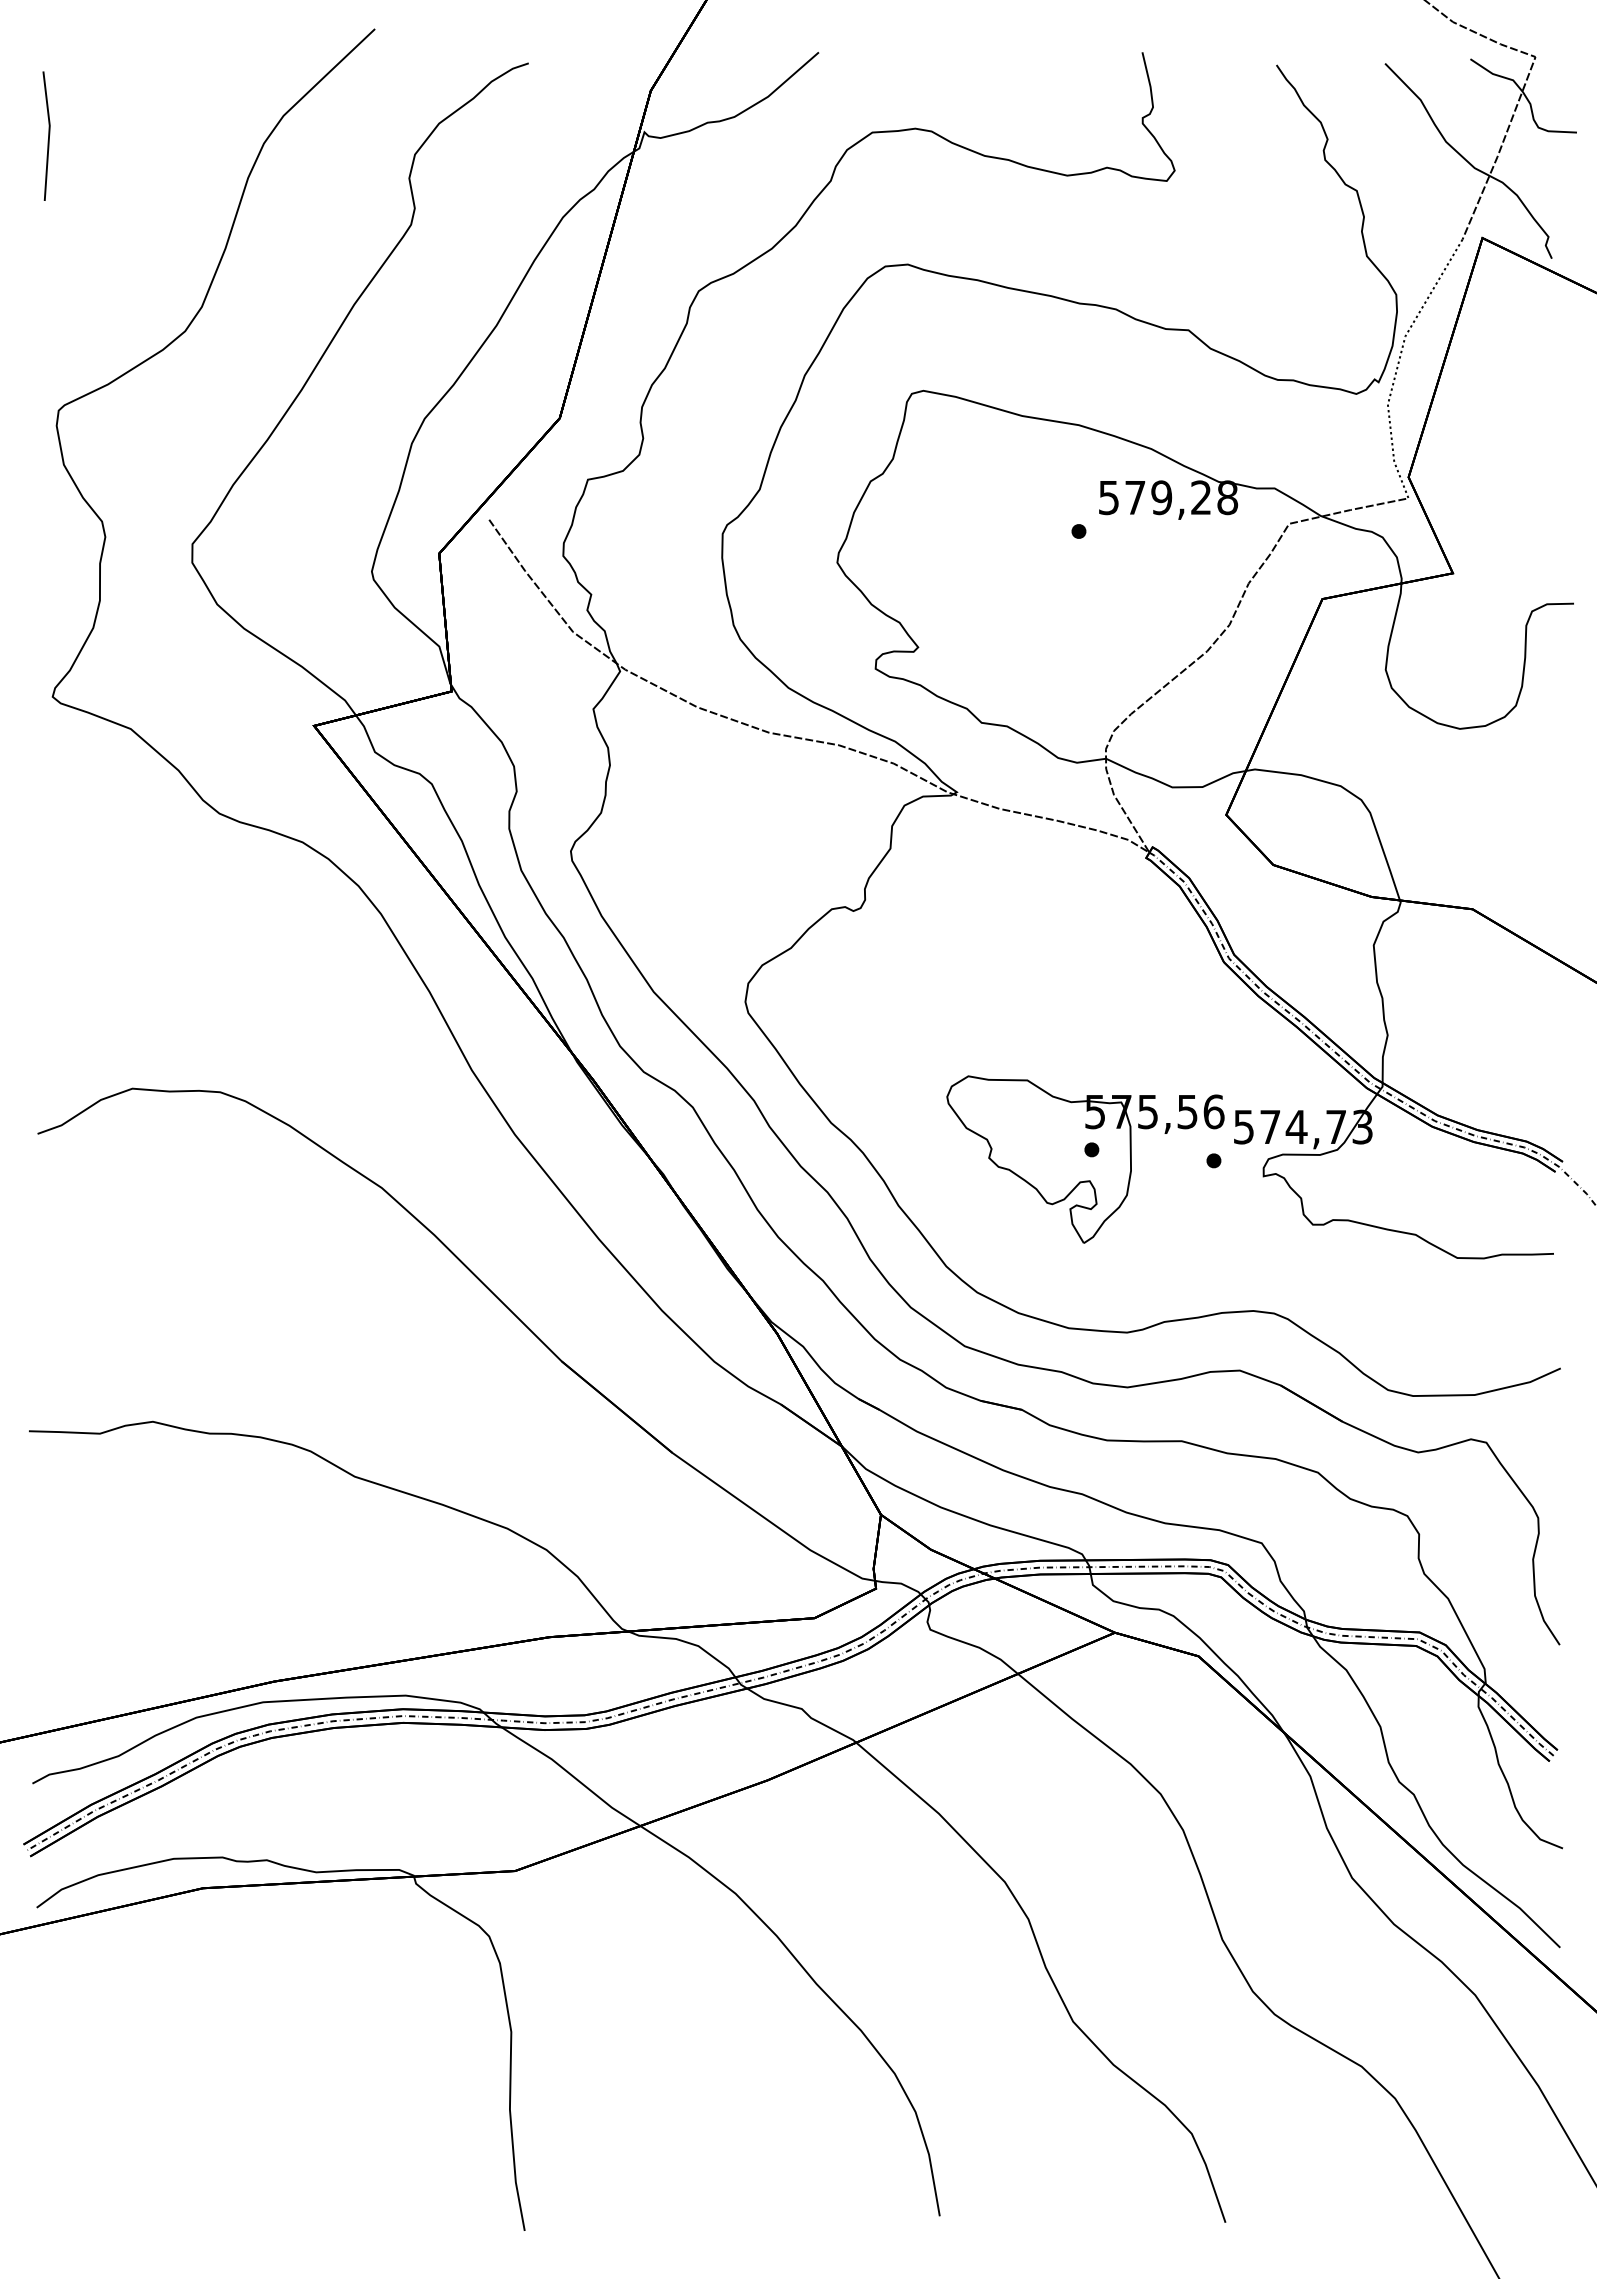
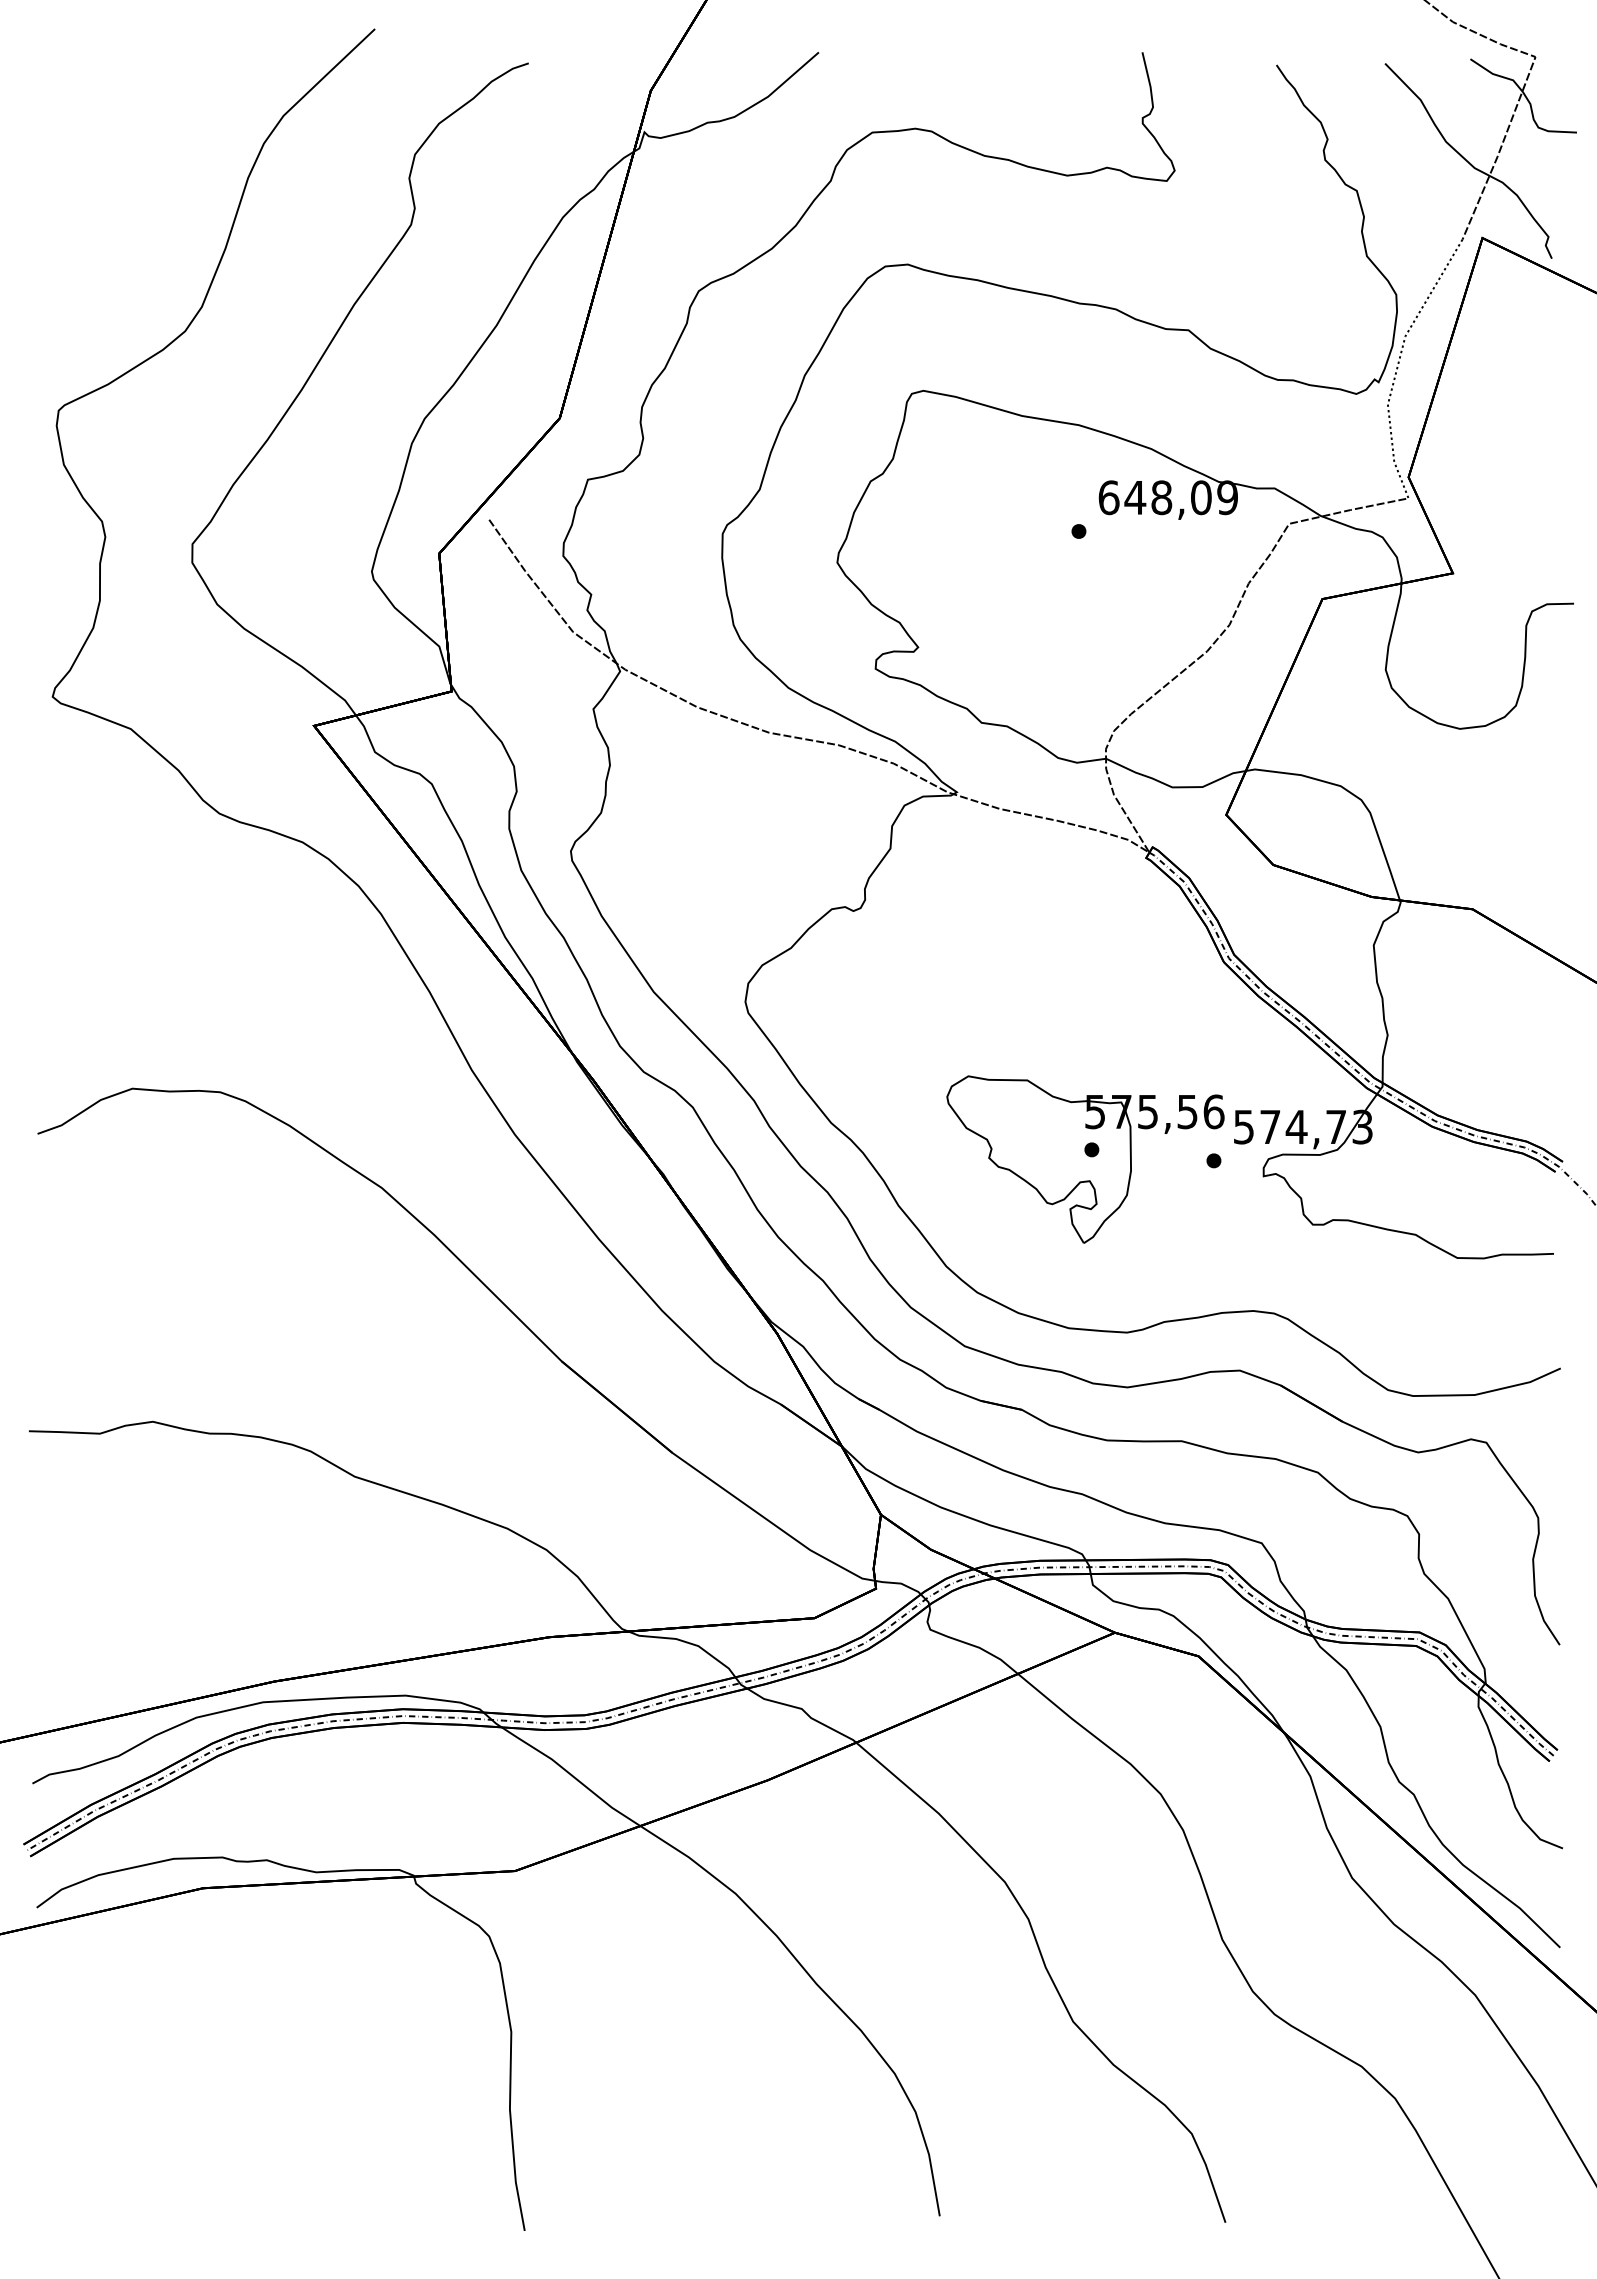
line at (48, 135): present -> none
text at (1168, 497): 579,28 -> 648,09
